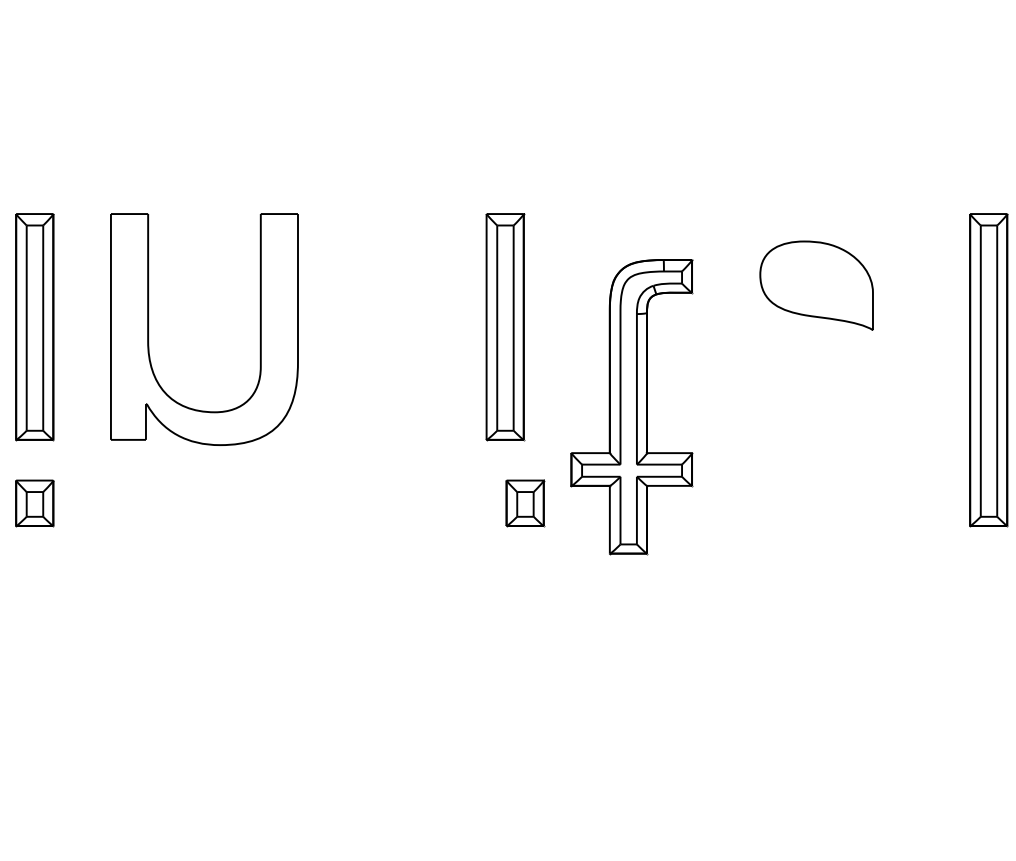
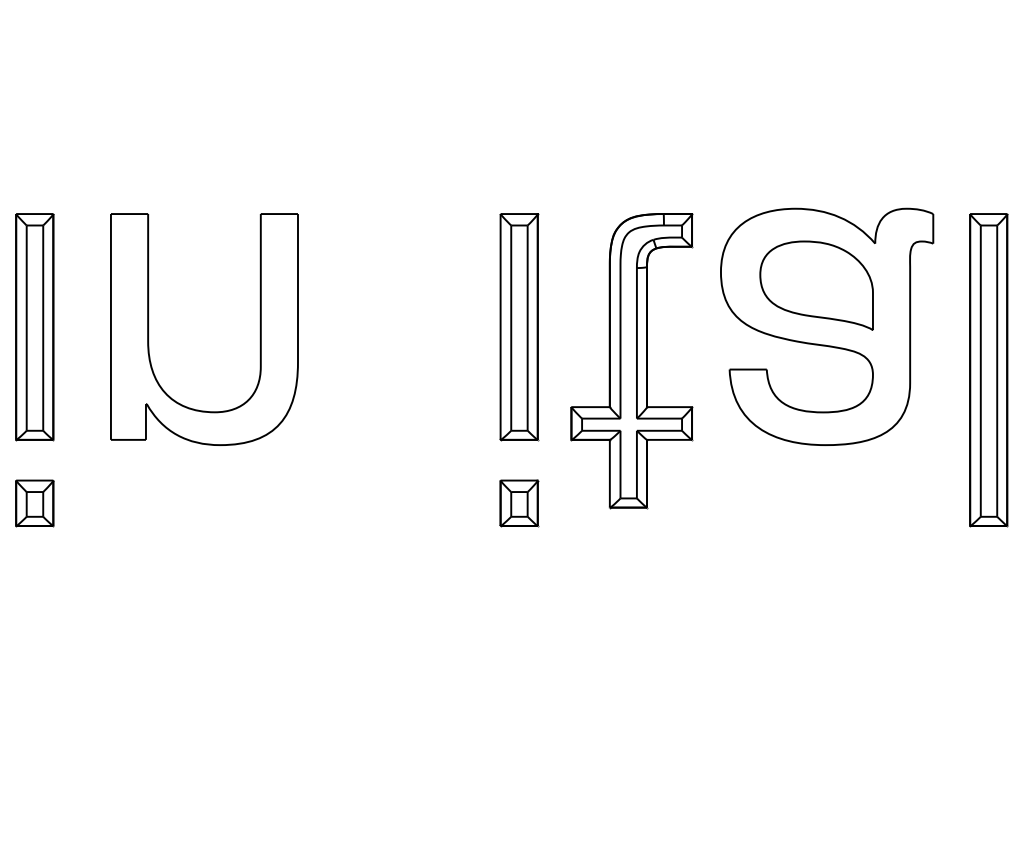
part at (827, 326): none -> present
part at (505, 327) position: (505, 327) -> (519, 327)
part at (631, 407) position: (631, 407) -> (631, 361)
part at (525, 503) position: (525, 503) -> (519, 503)
